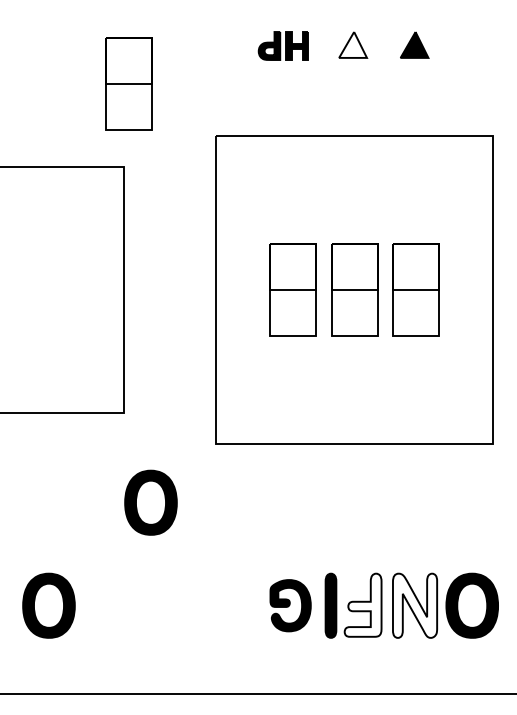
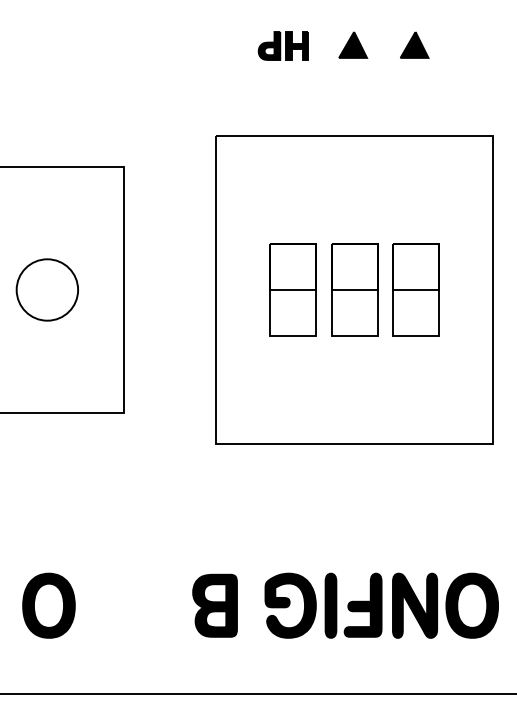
fill at (352, 44): none -> present
part at (128, 83): present -> none
part at (46, 289): none -> present
part at (150, 502): present -> none
fill at (362, 604): none -> present
part at (214, 605): none -> present
part at (290, 605) size: 43x54 px -> 53x67 px
fill at (414, 605): none -> present
